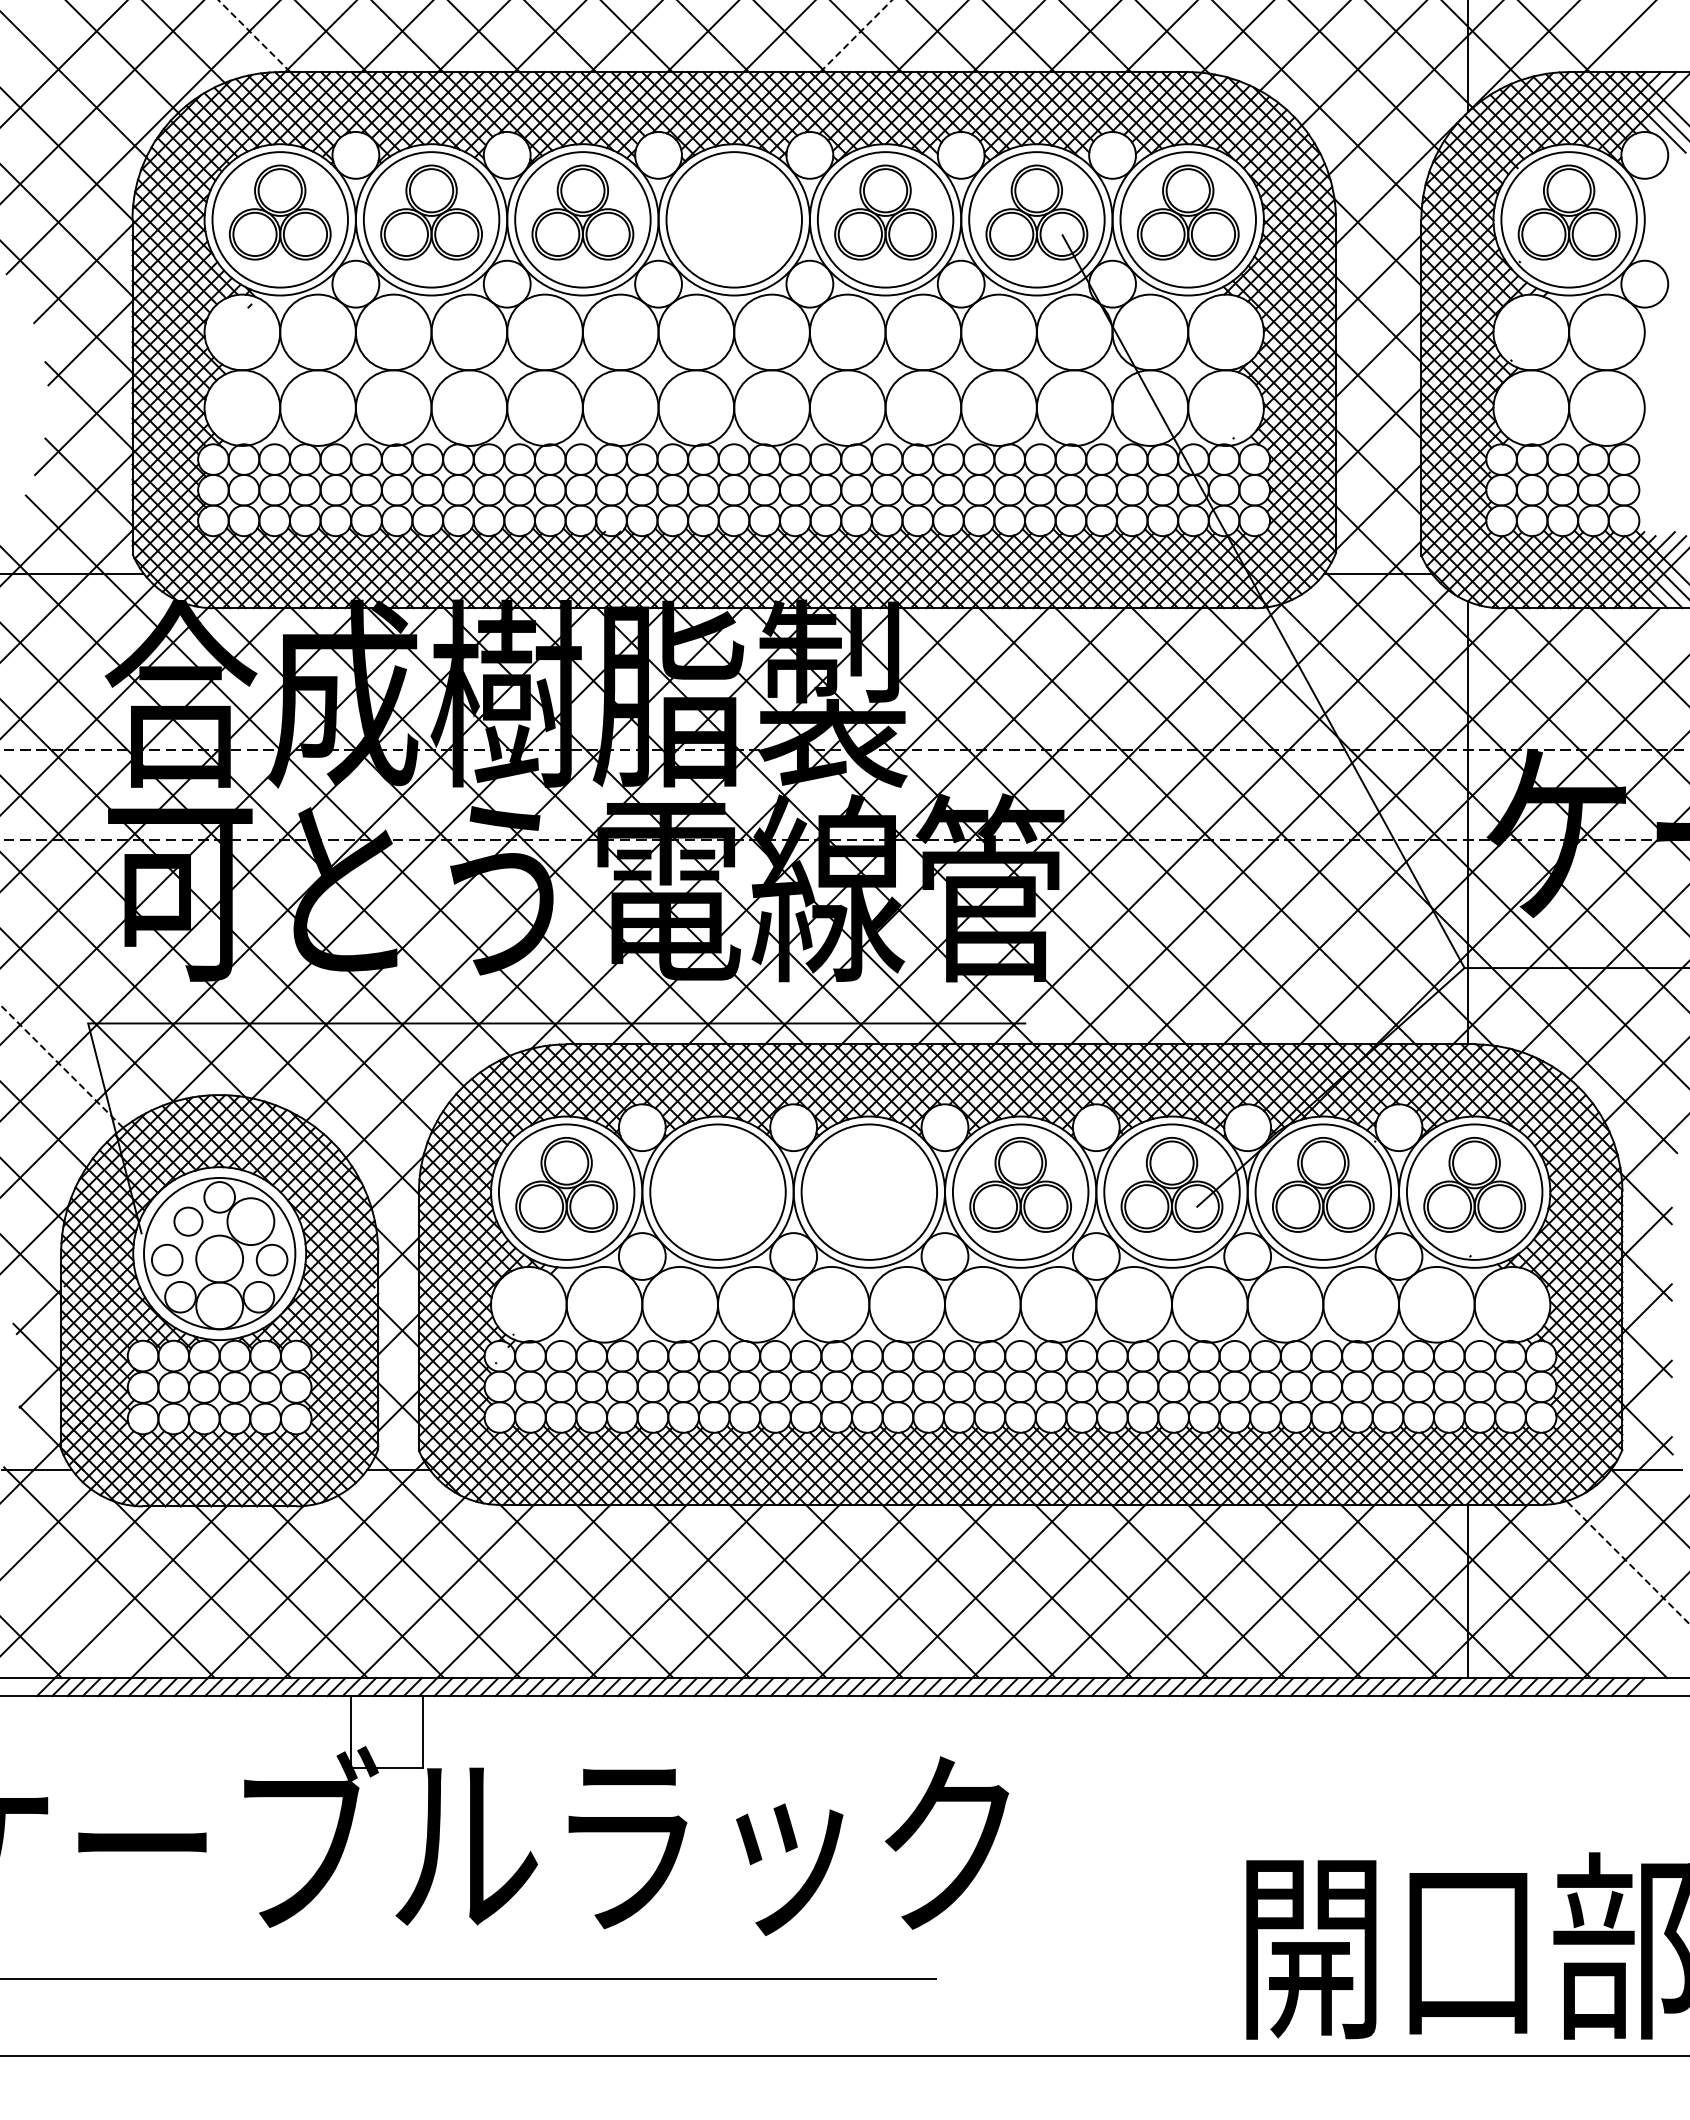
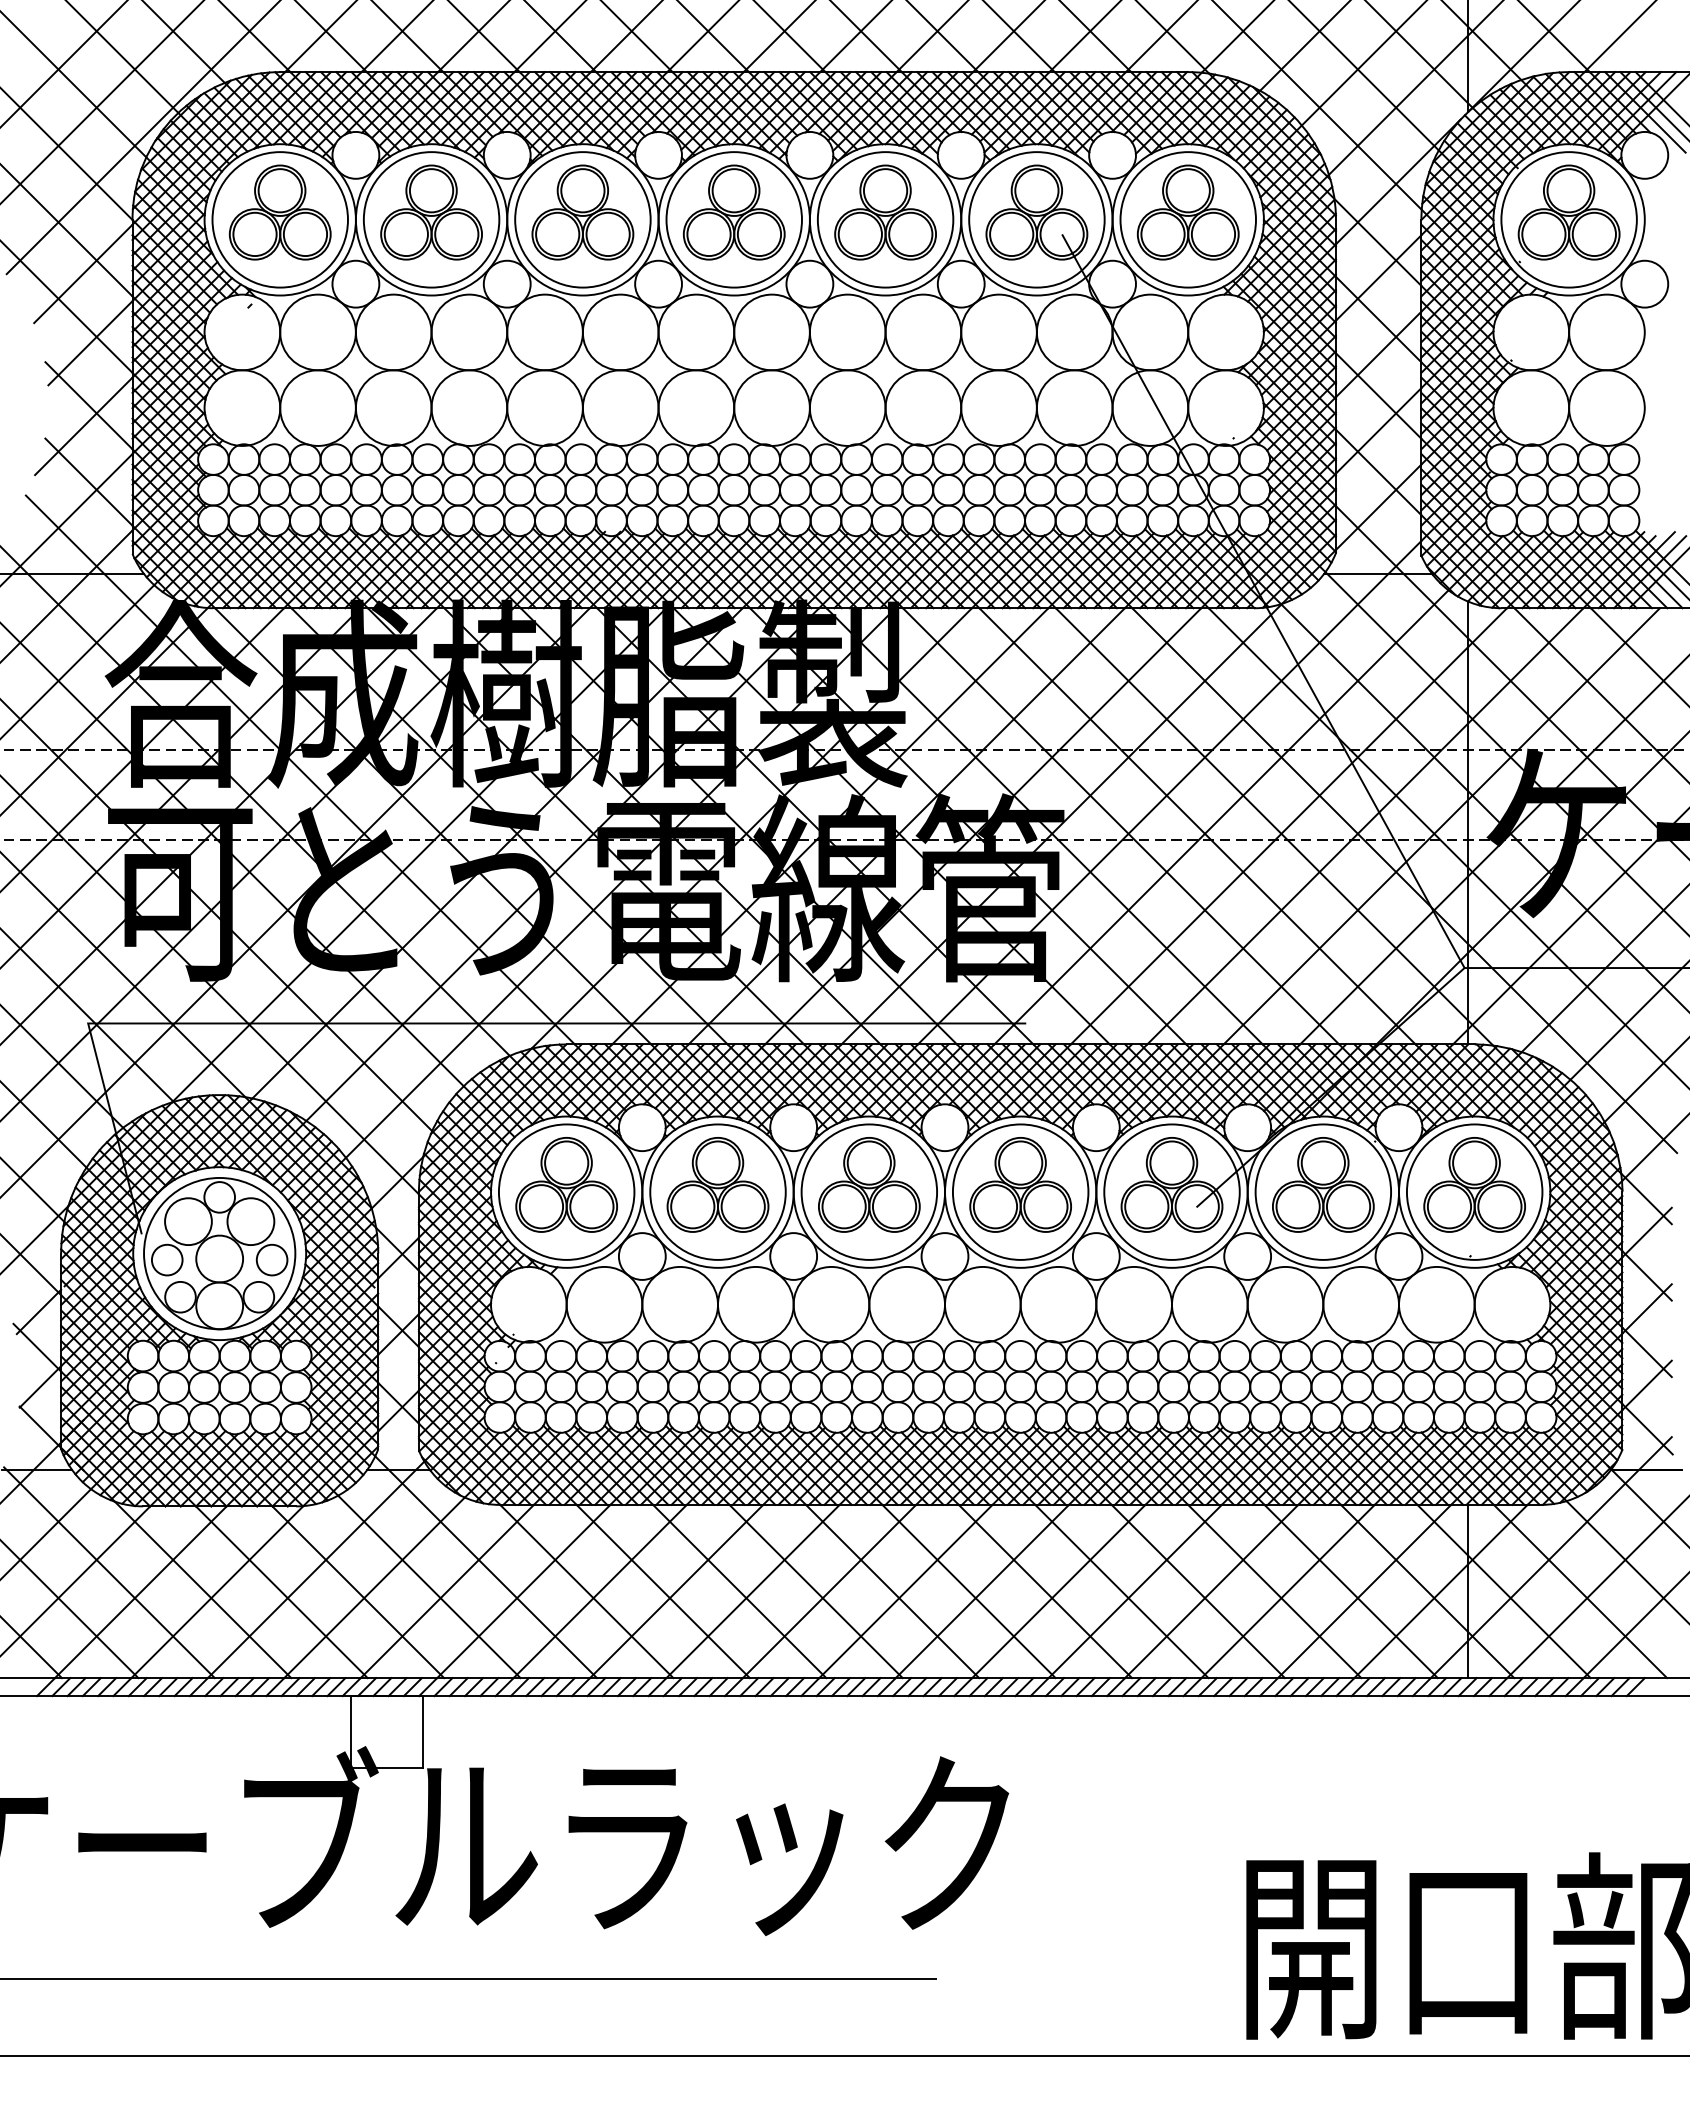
line at (254, 36): dashed -> solid
line at (856, 36): dashed -> solid
part at (733, 212): none -> present
line at (61, 1066): dashed -> solid
part at (717, 1184): none -> present
part at (869, 1184): none -> present
circle at (188, 1221) diameter: 28 px -> 47 px
line at (1627, 1562): dashed -> solid
line at (70, 1610): none -> present
